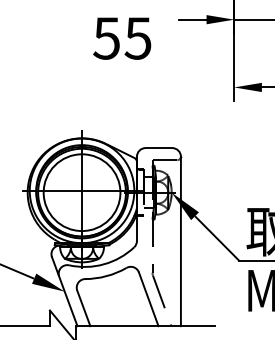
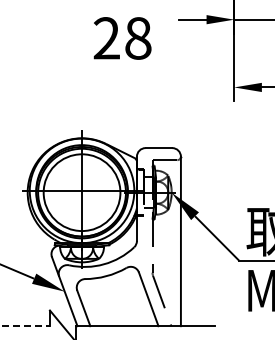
text at (122, 38): 55 -> 28
line at (25, 326): solid -> dashed
